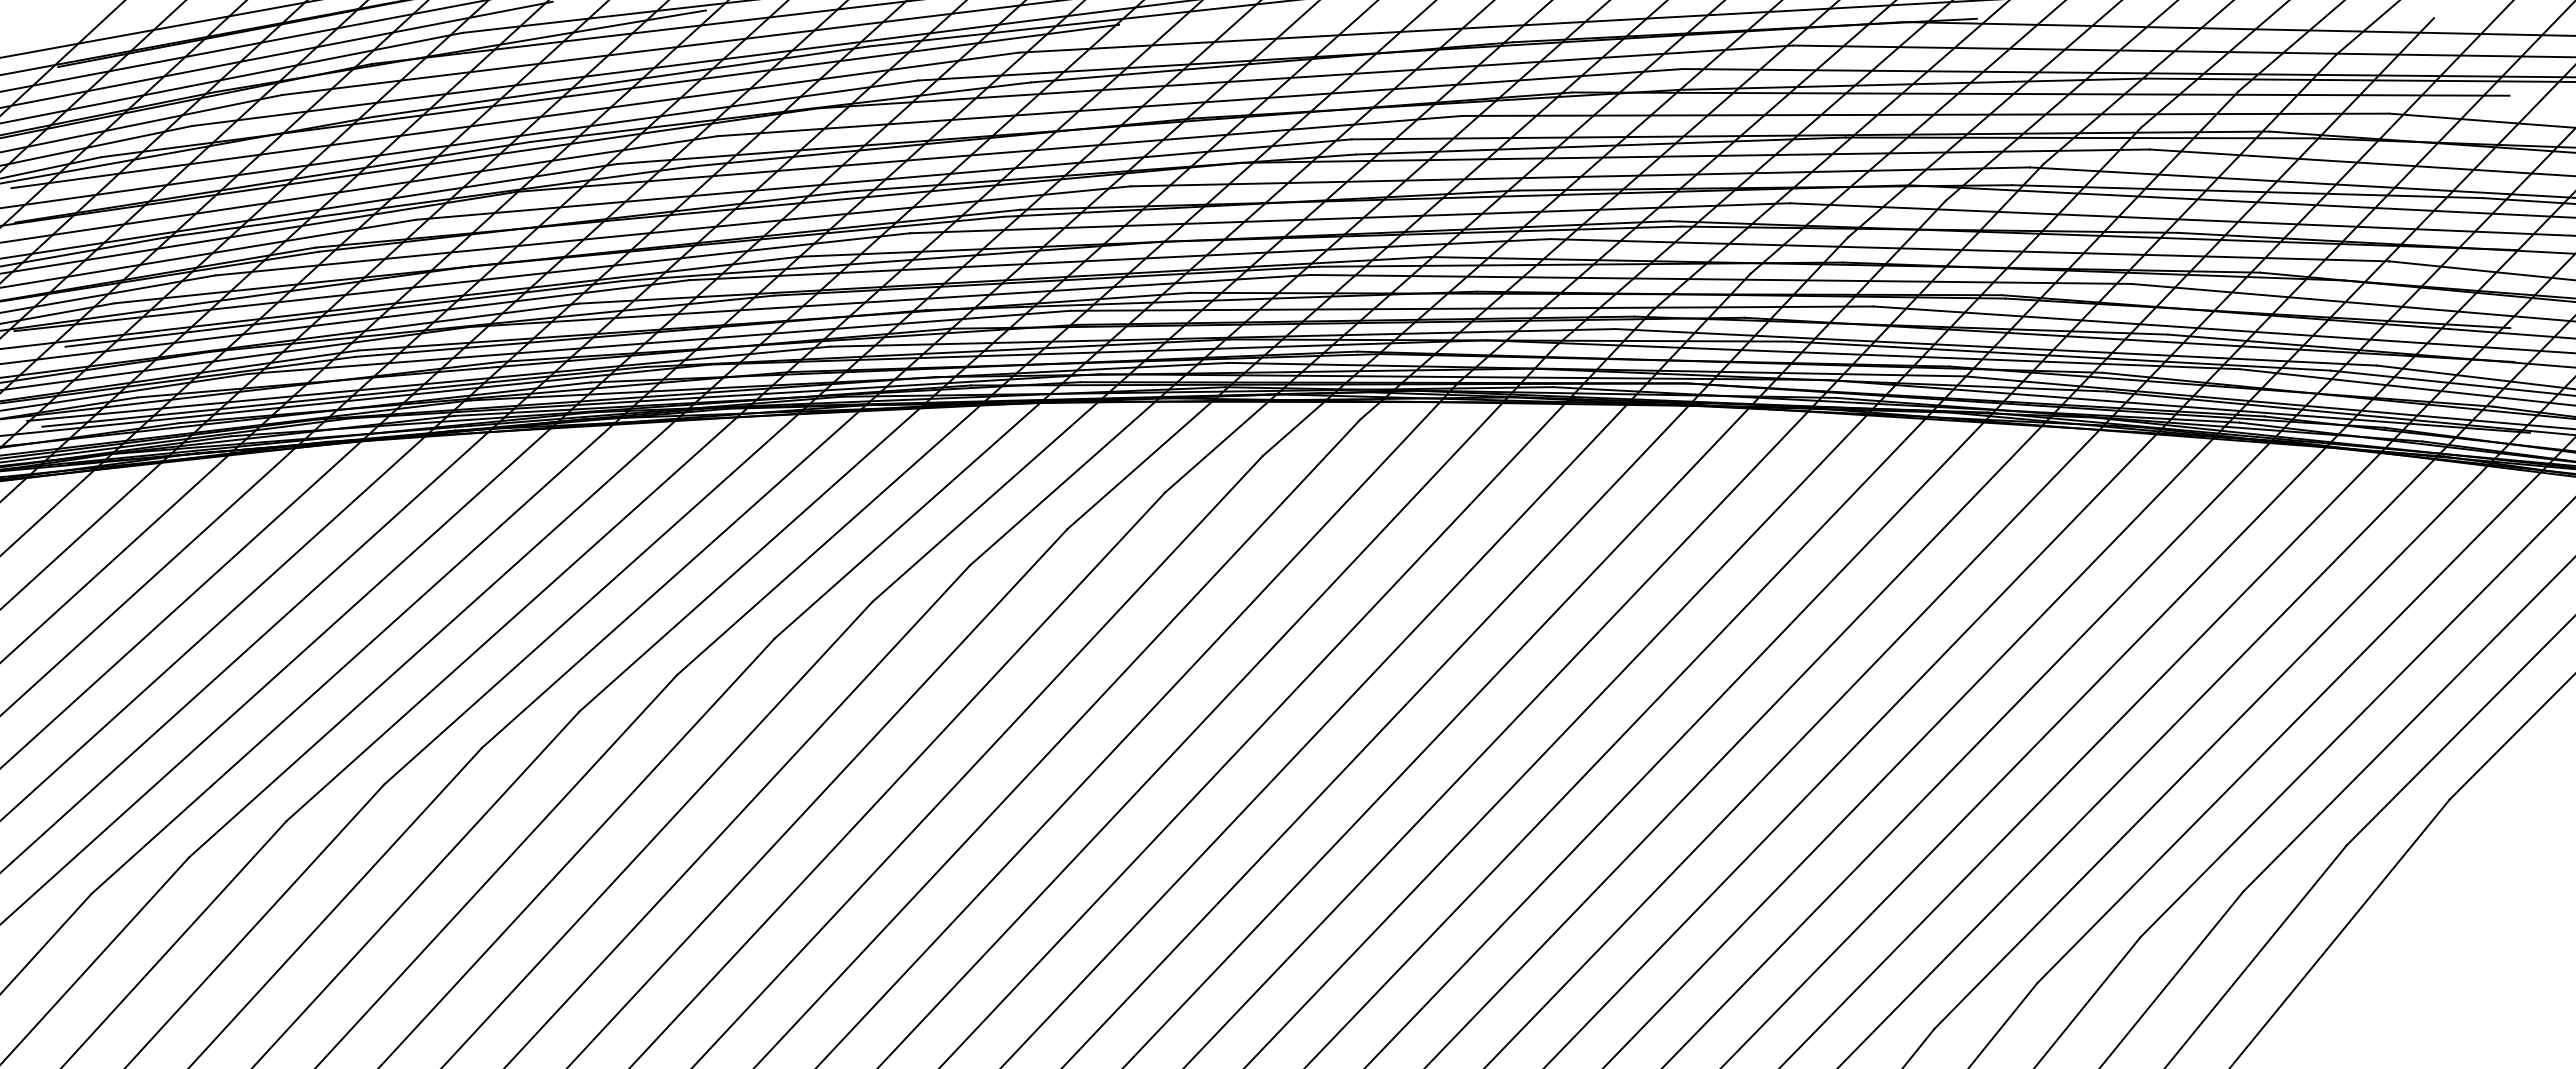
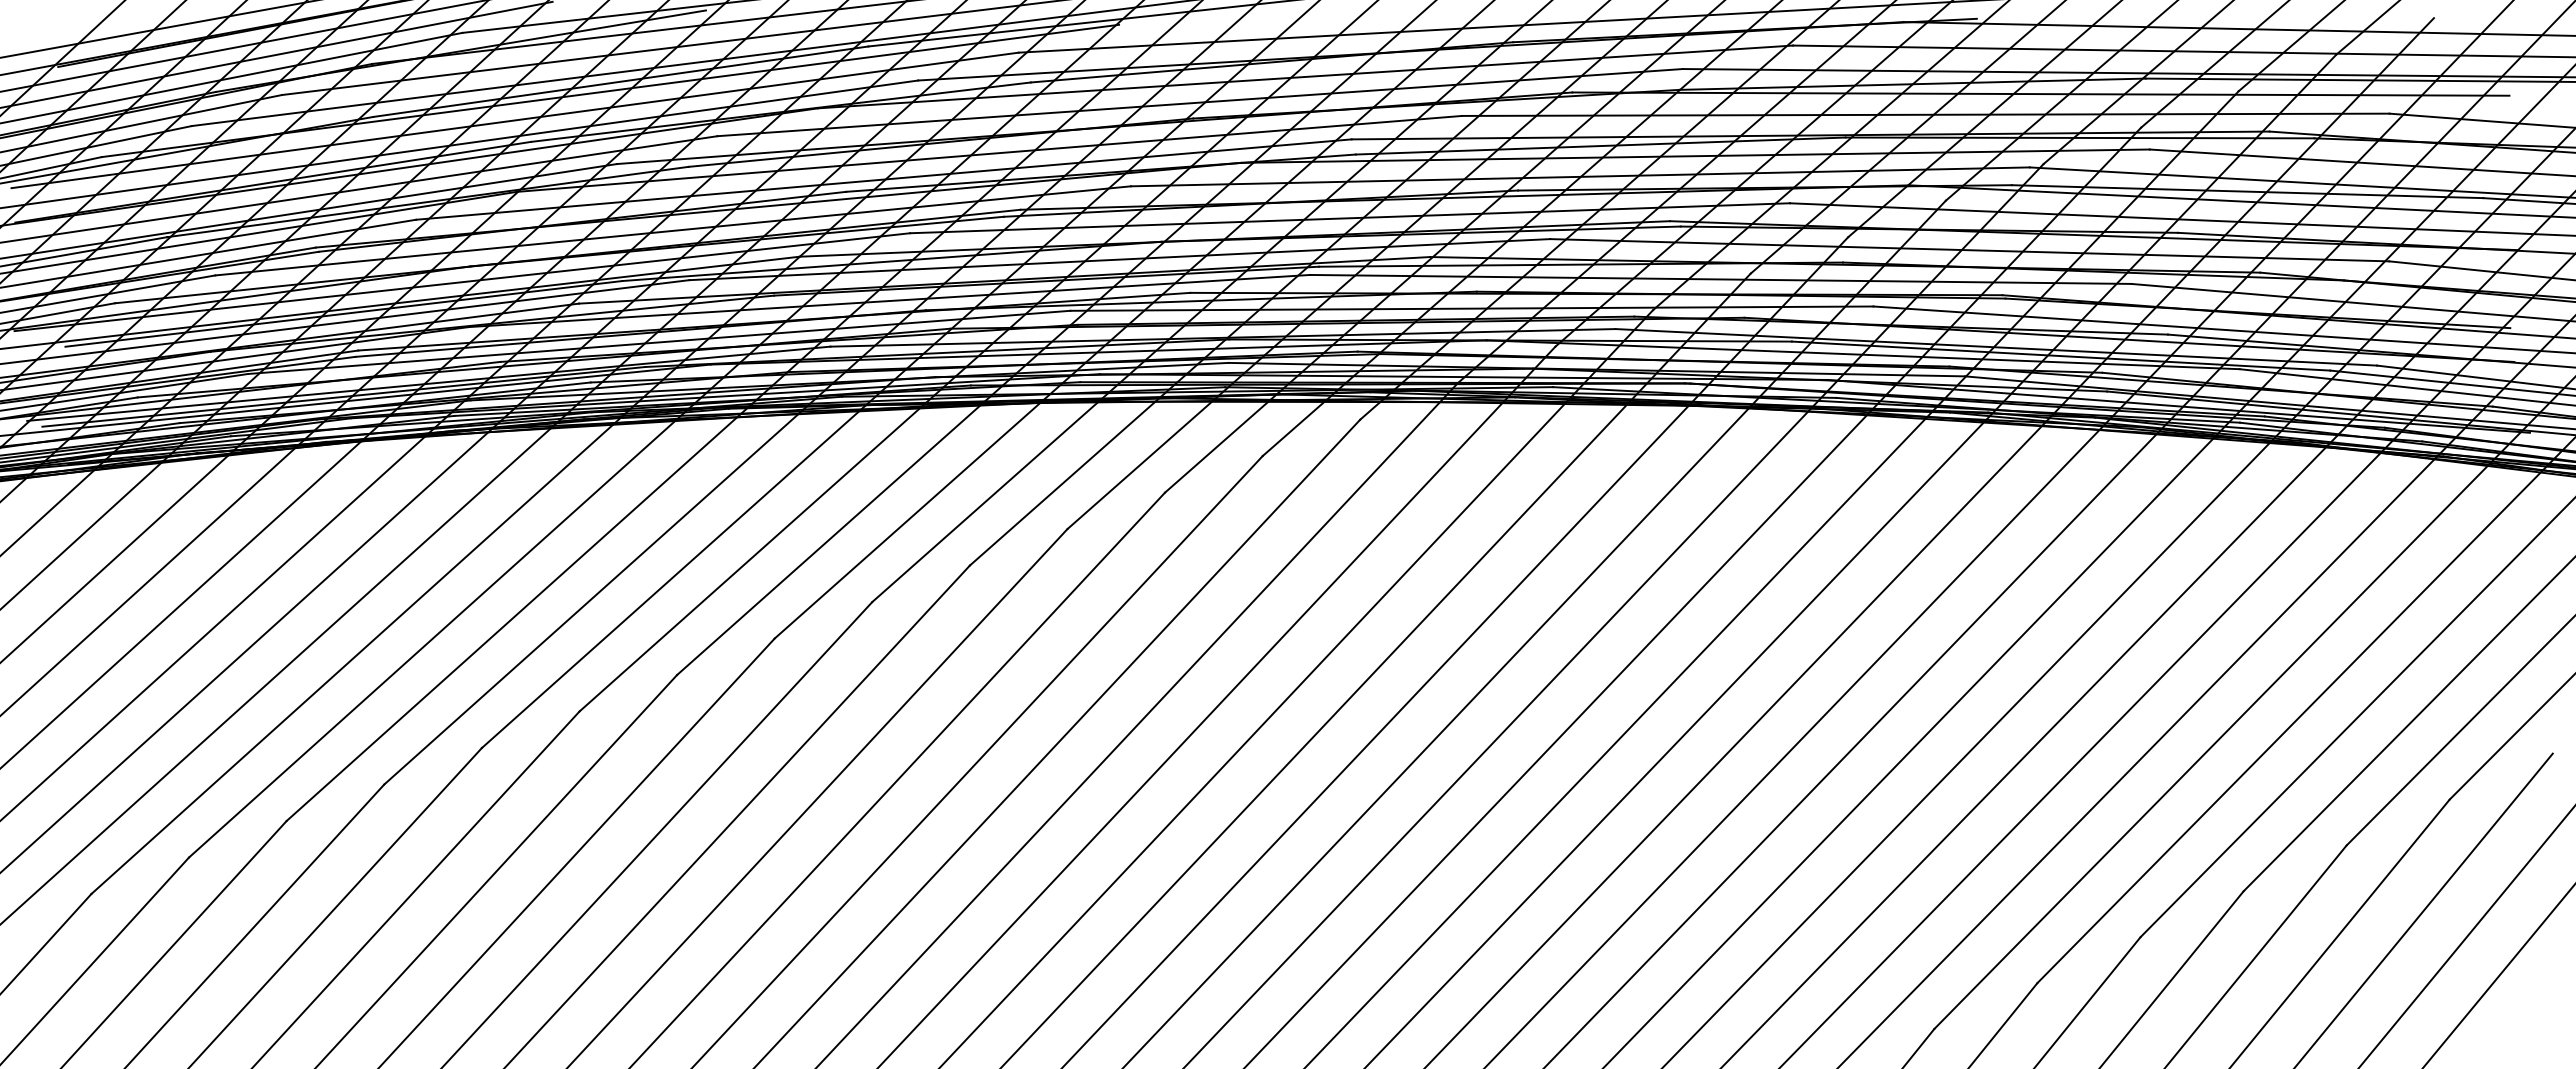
line at (2424, 909): none -> present
line at (2466, 936): none -> present
line at (2498, 975): none -> present
